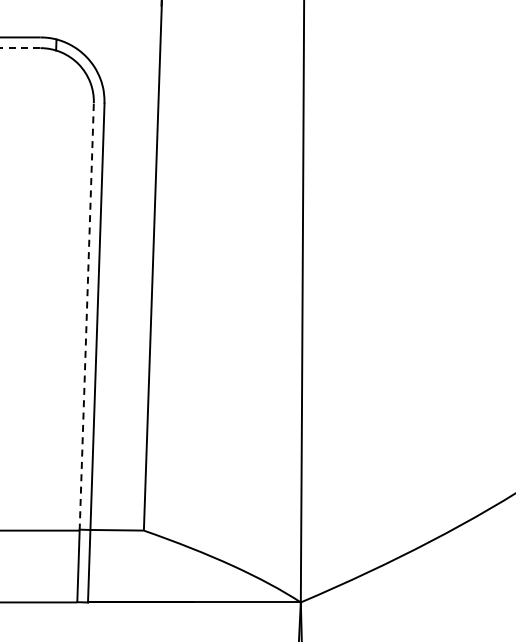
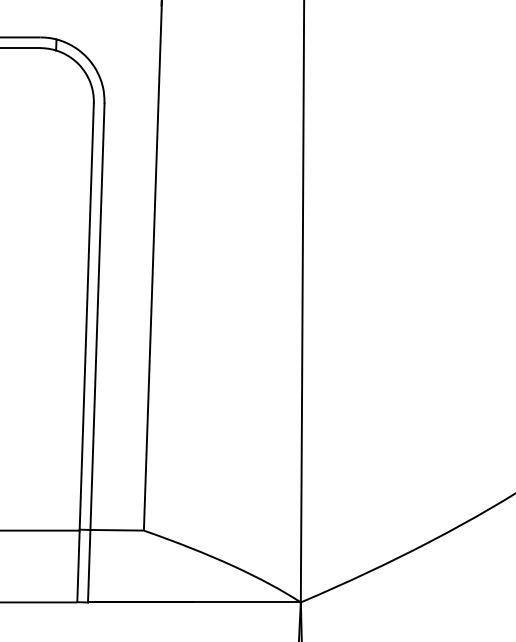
line at (20, 48): dashed -> solid
line at (86, 317): dashed -> solid
